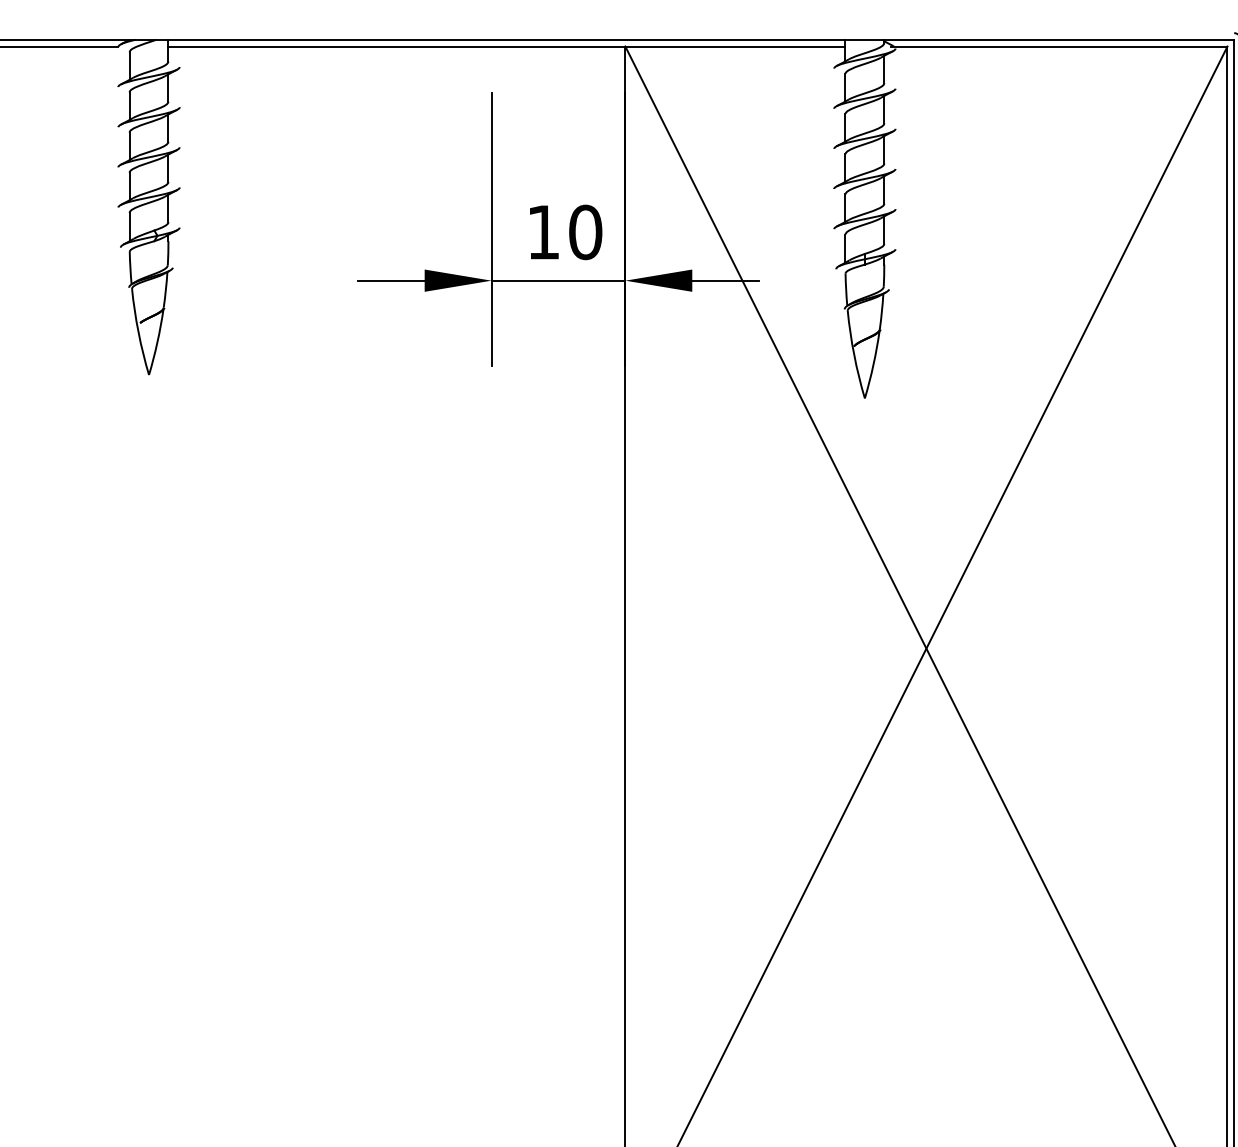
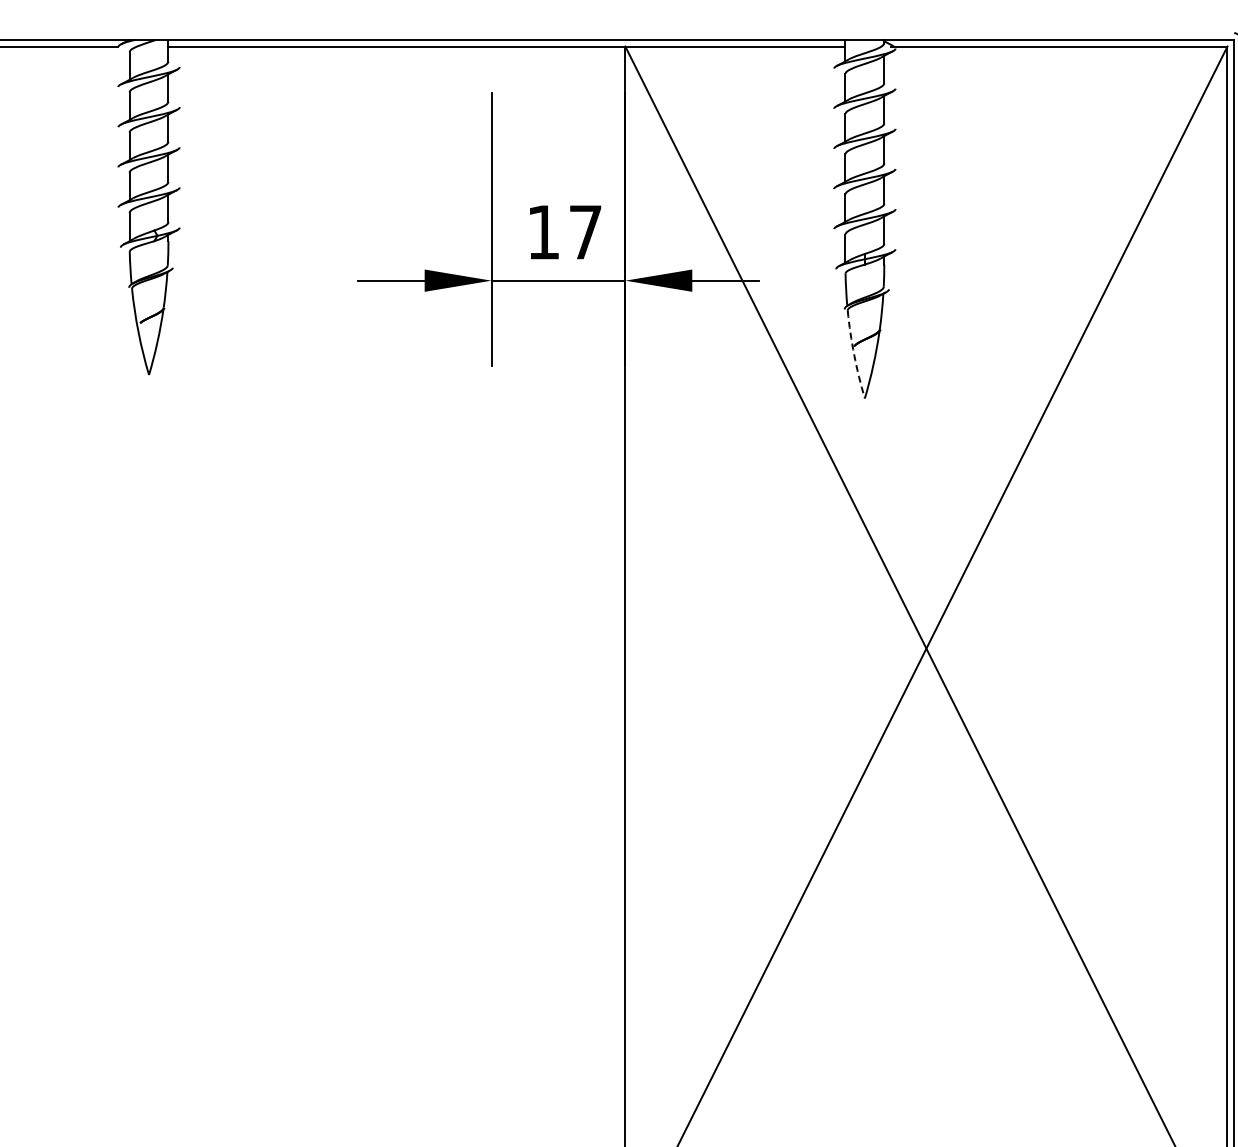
text at (585, 232): 10 -> 17
arc at (854, 355): solid -> dashed
